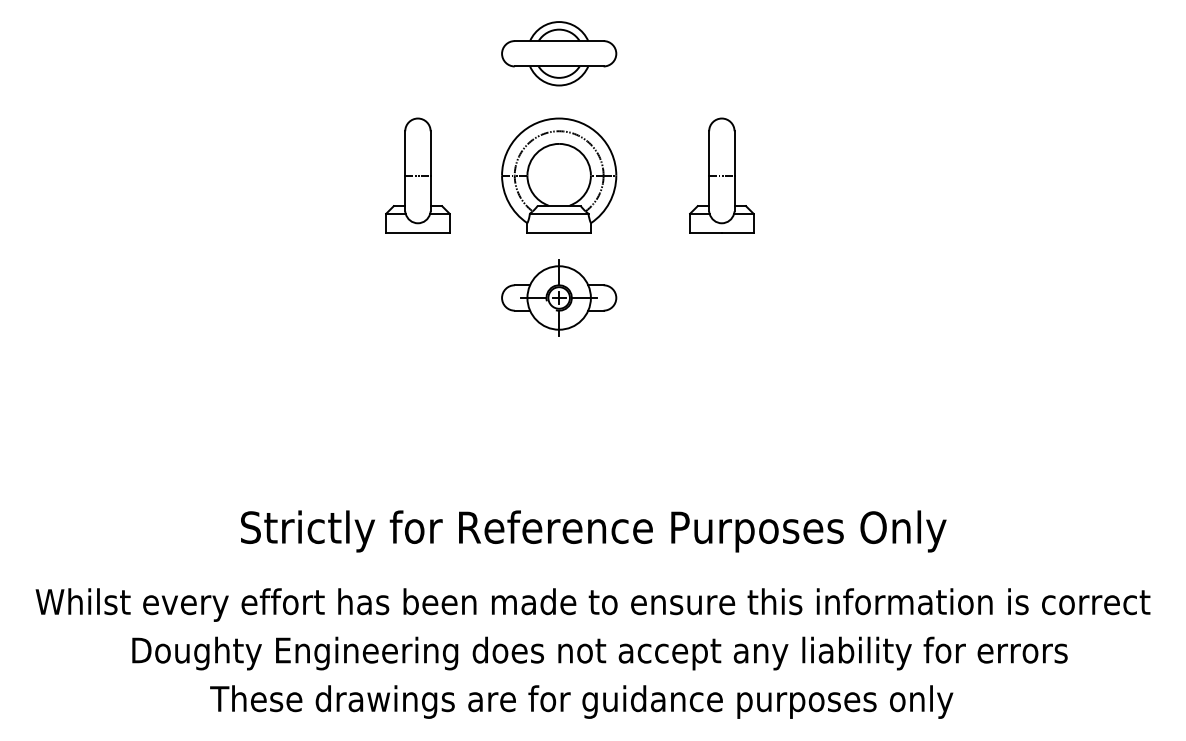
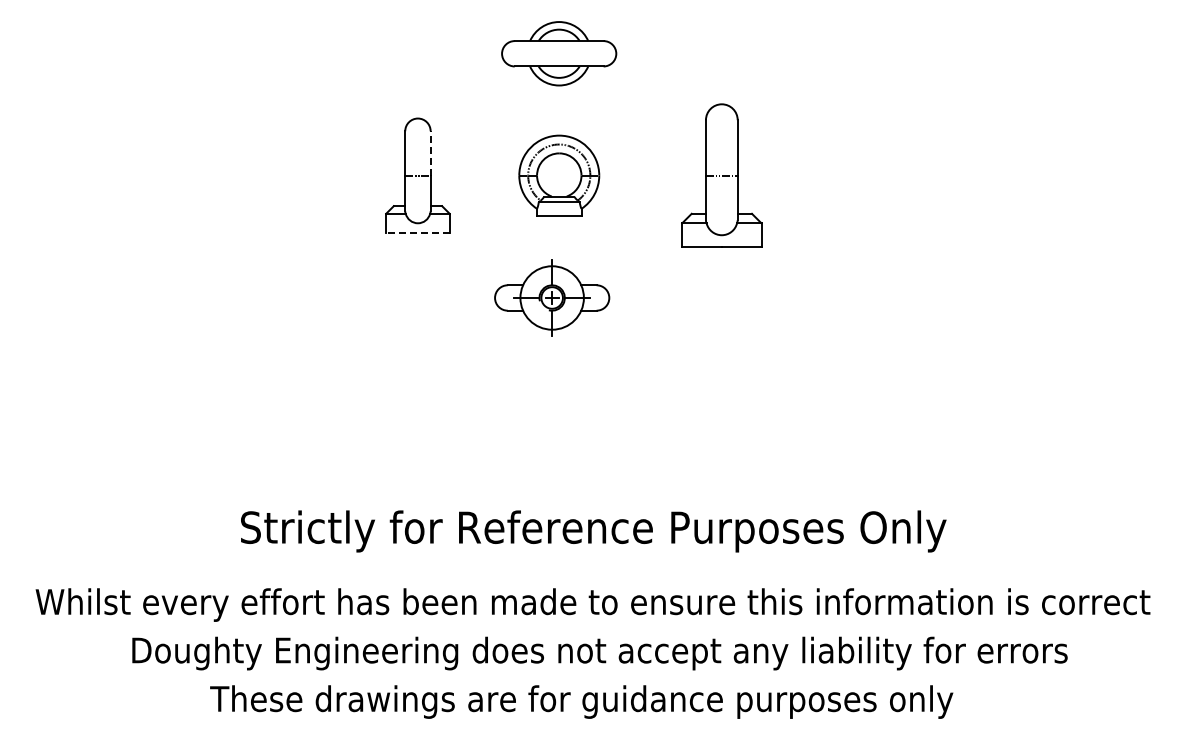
line at (430, 152): solid -> dashed
part at (559, 175) size: 117x117 px -> 83x83 px
part at (721, 175) size: 66x117 px -> 82x145 px
line at (417, 232): solid -> dashed
part at (559, 297) position: (559, 297) -> (552, 297)
